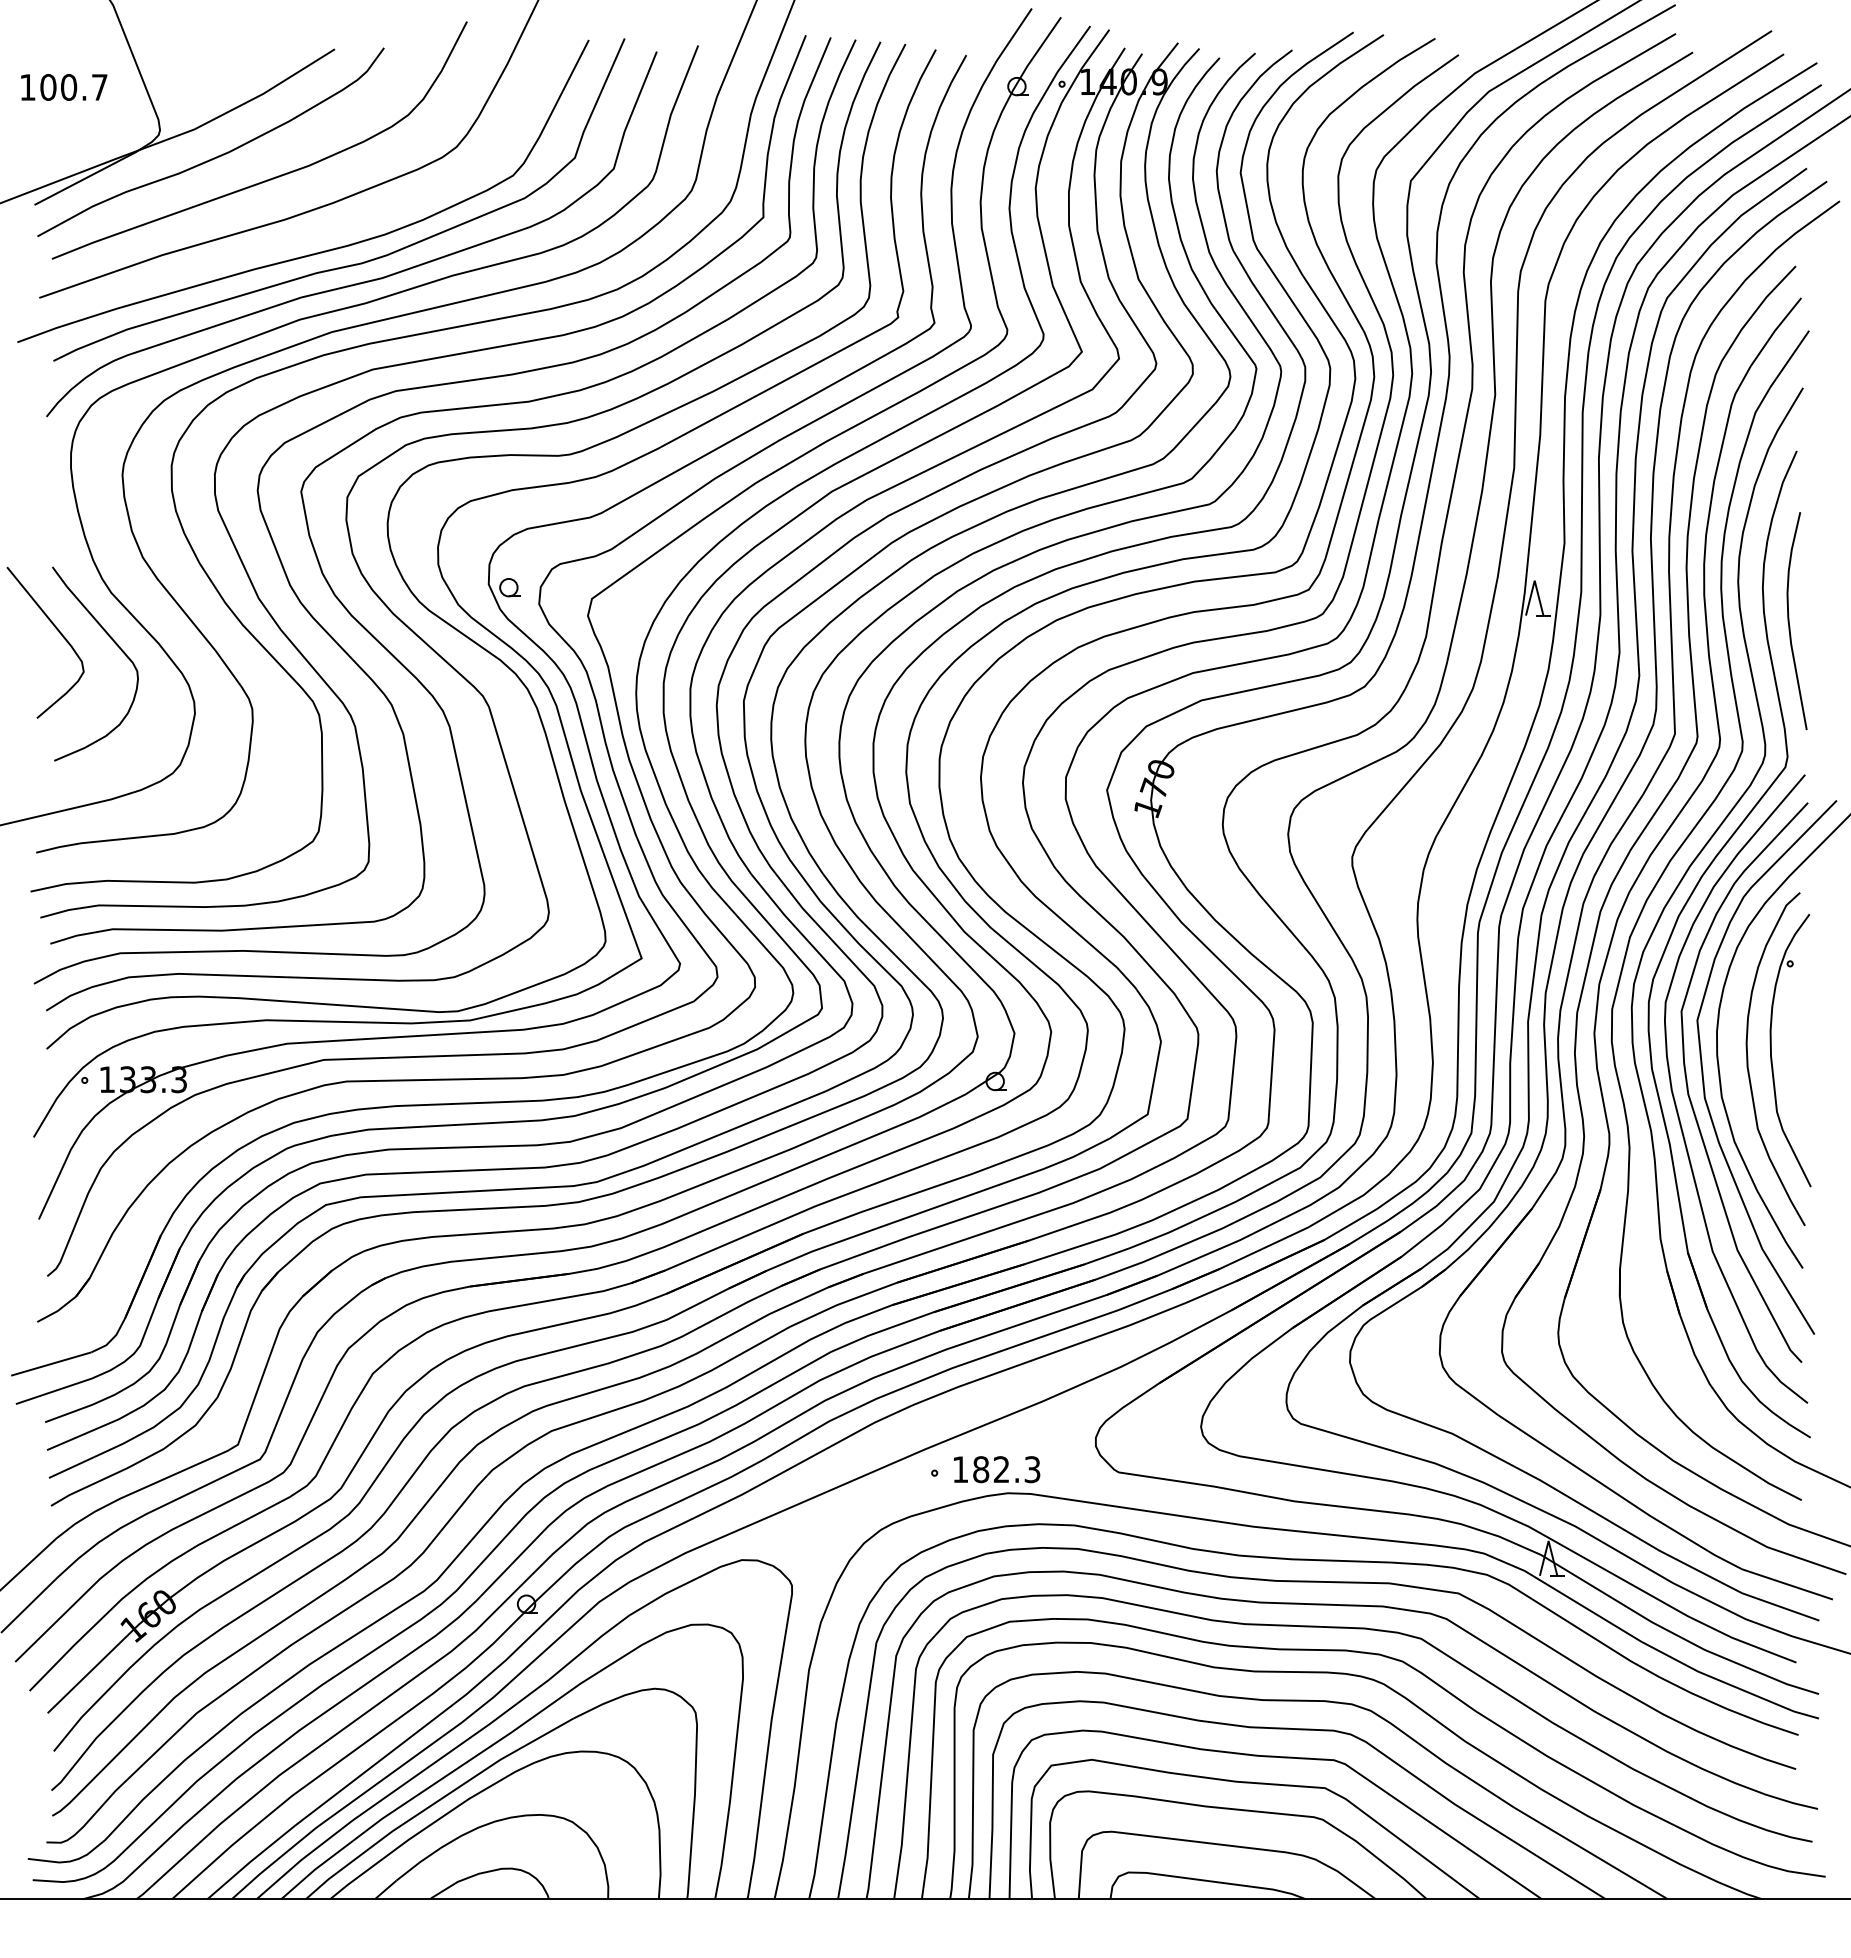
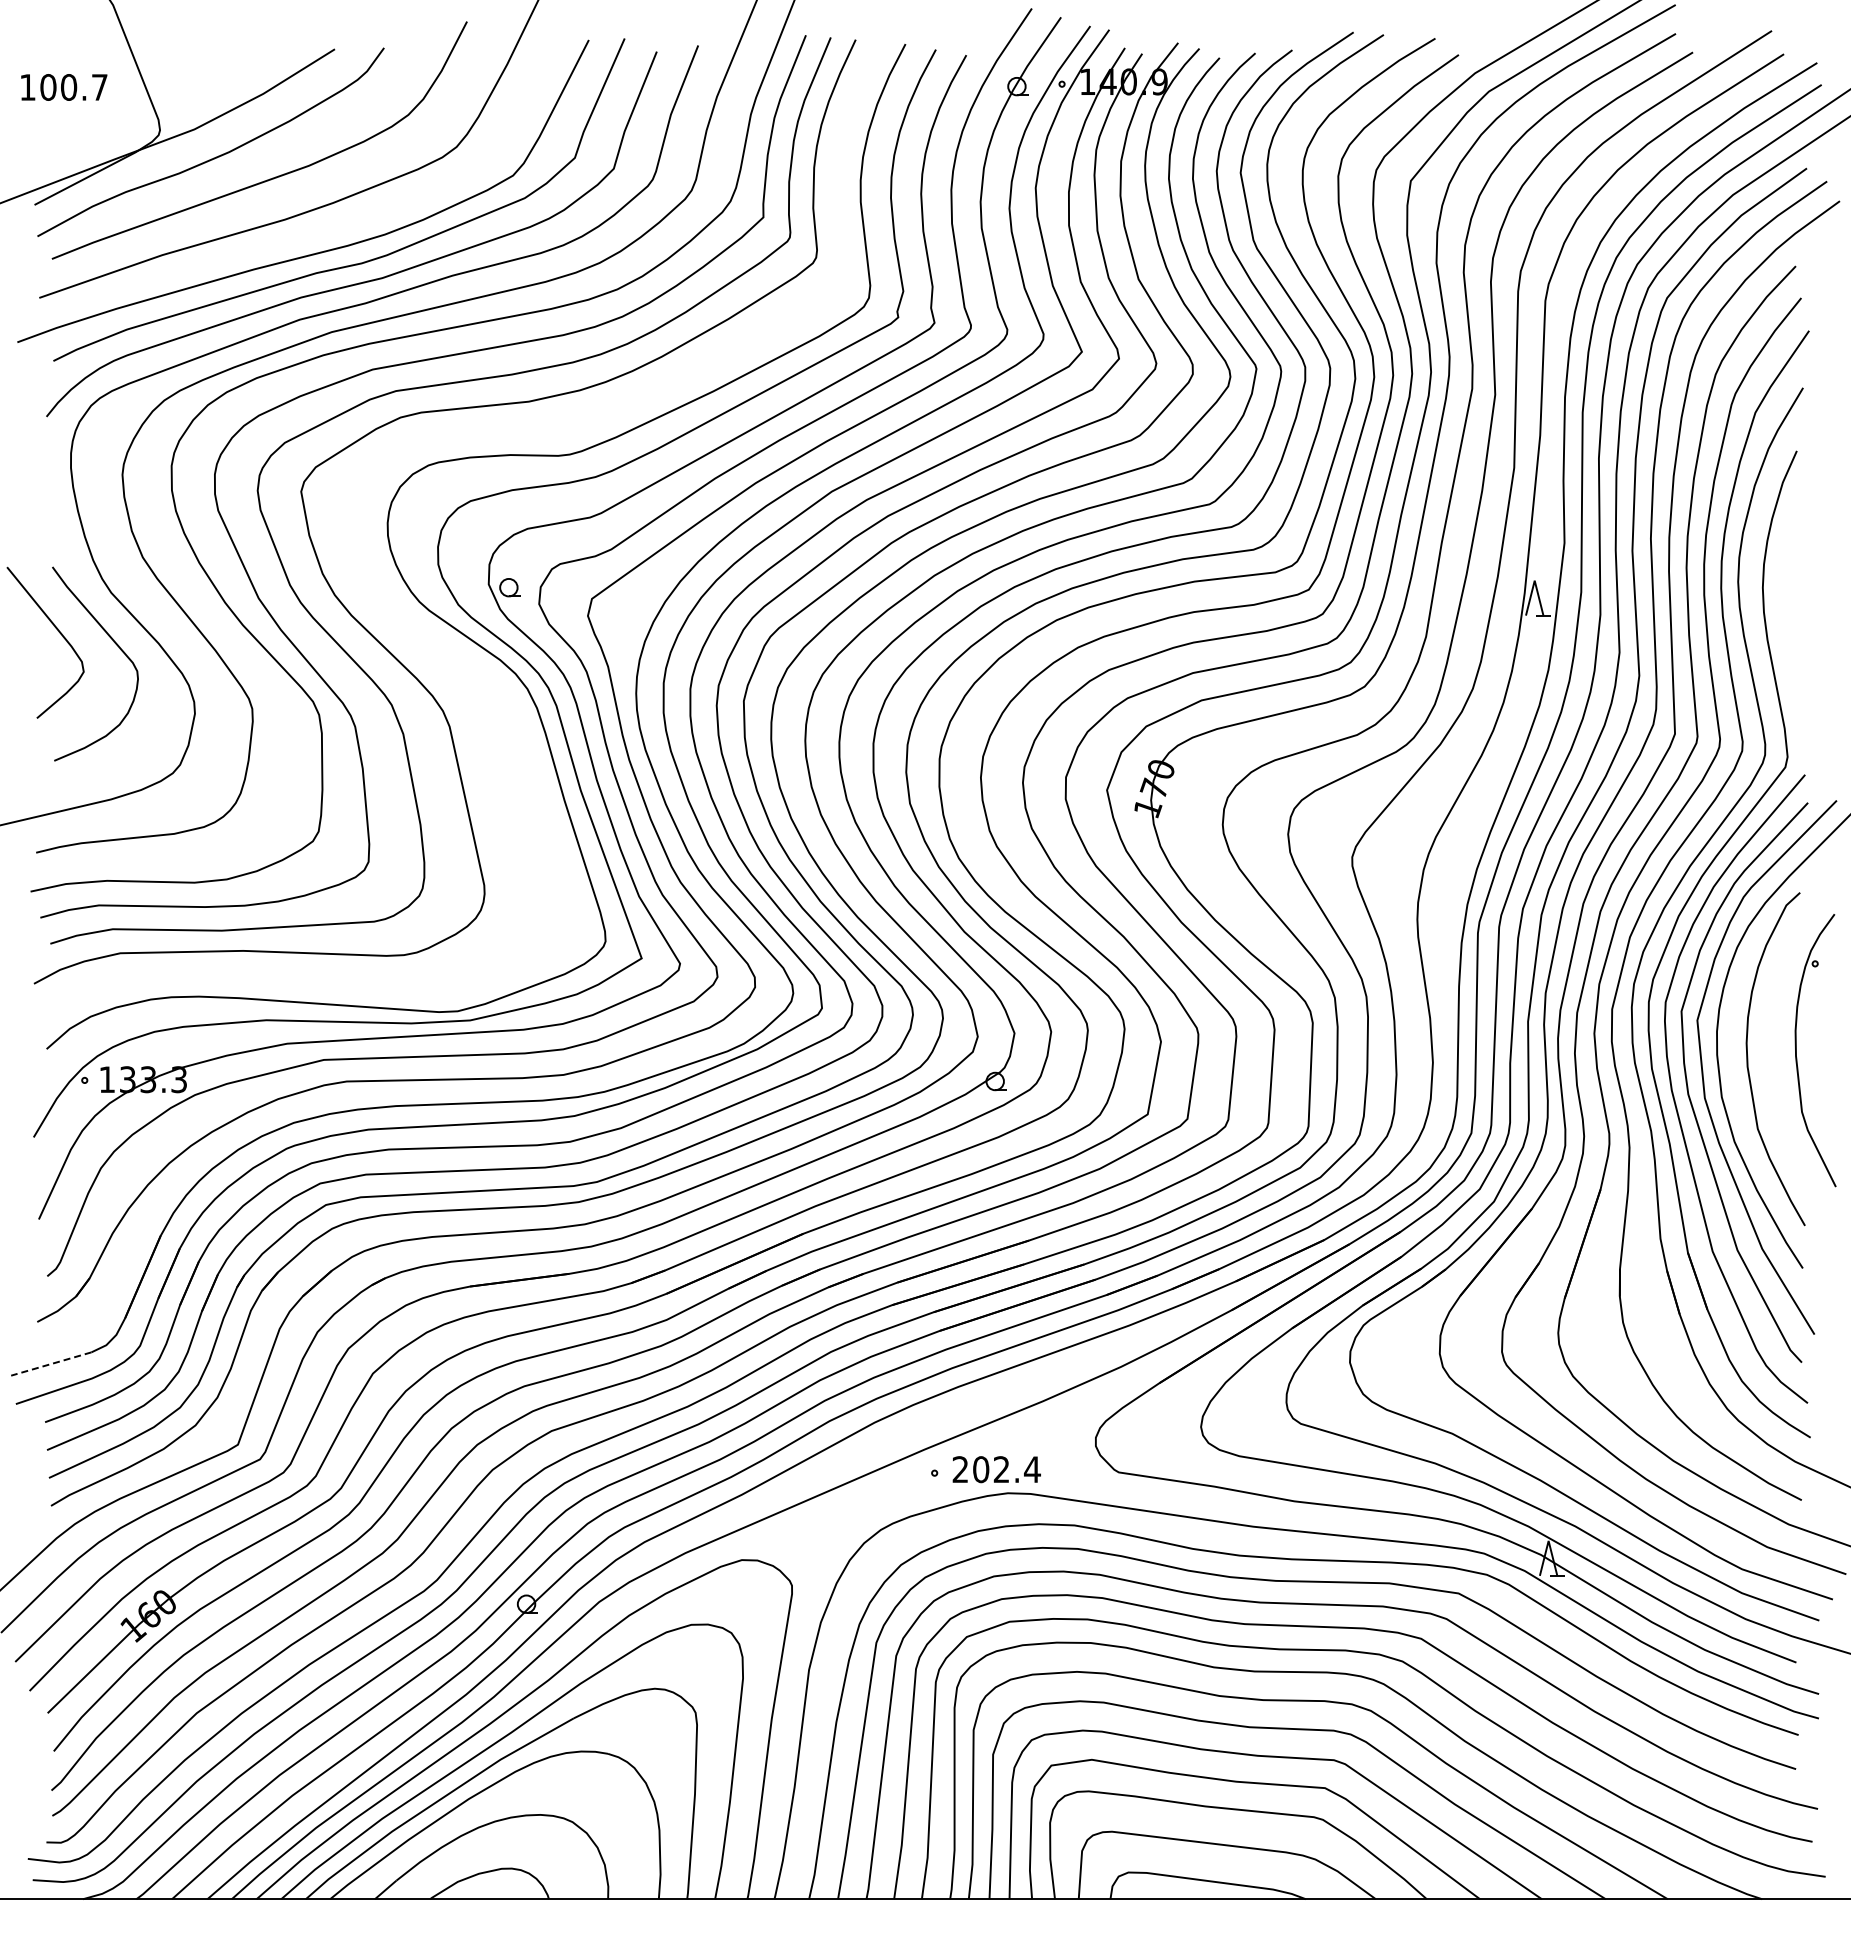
curve at (452, 435): present -> none
curve at (1789, 621): present -> none
part at (1771, 1050) position: (1771, 1050) -> (1796, 1050)
line at (51, 1364): solid -> dashed
text at (996, 1469): 182.3 -> 202.4
